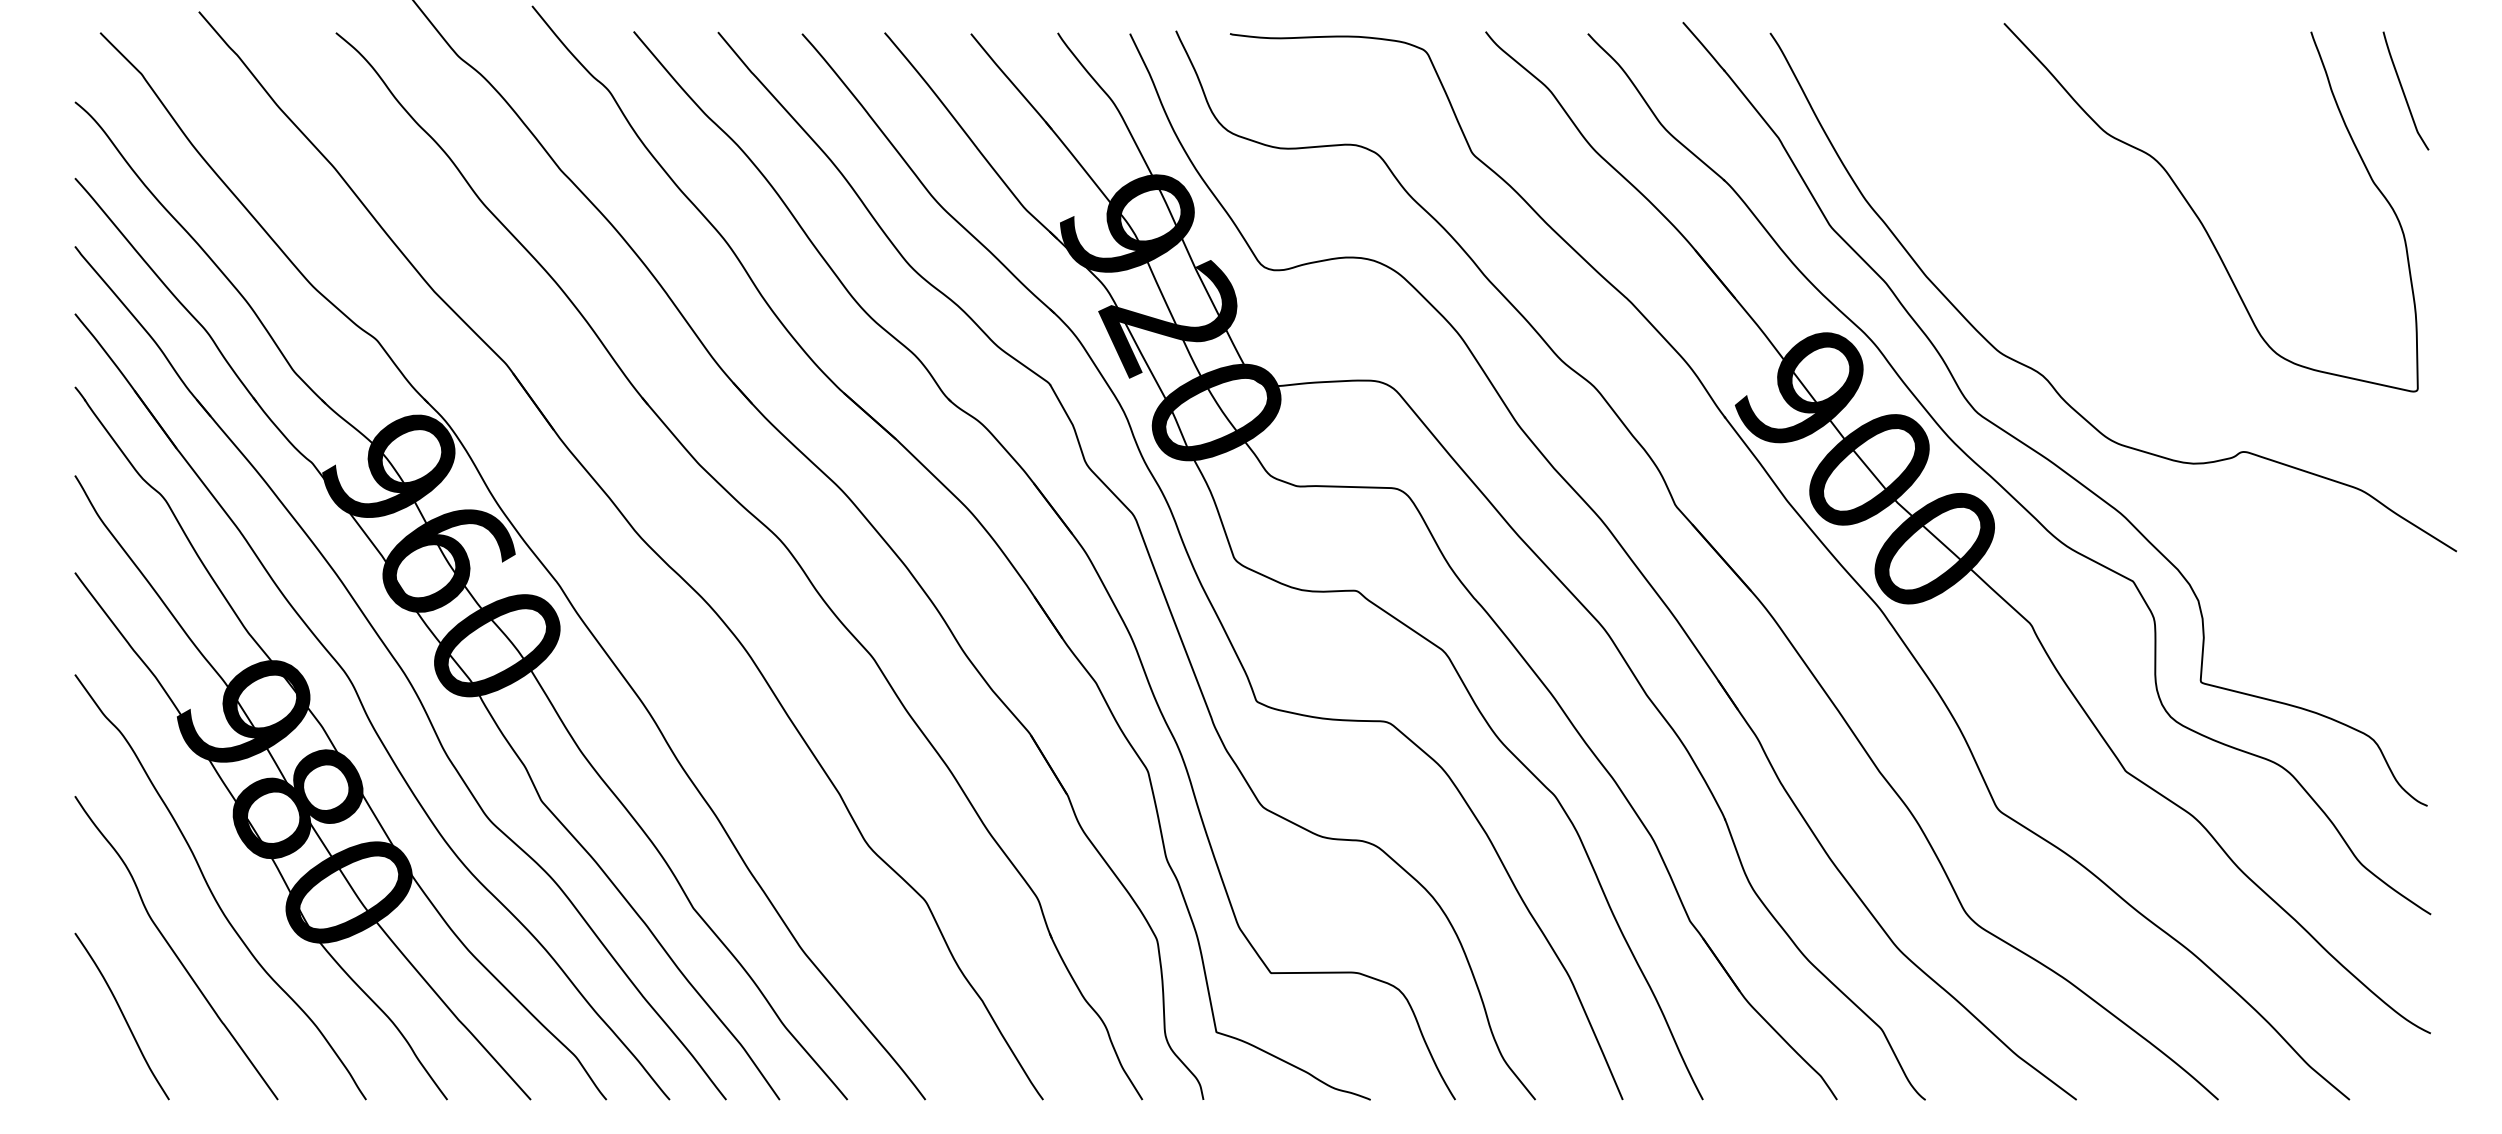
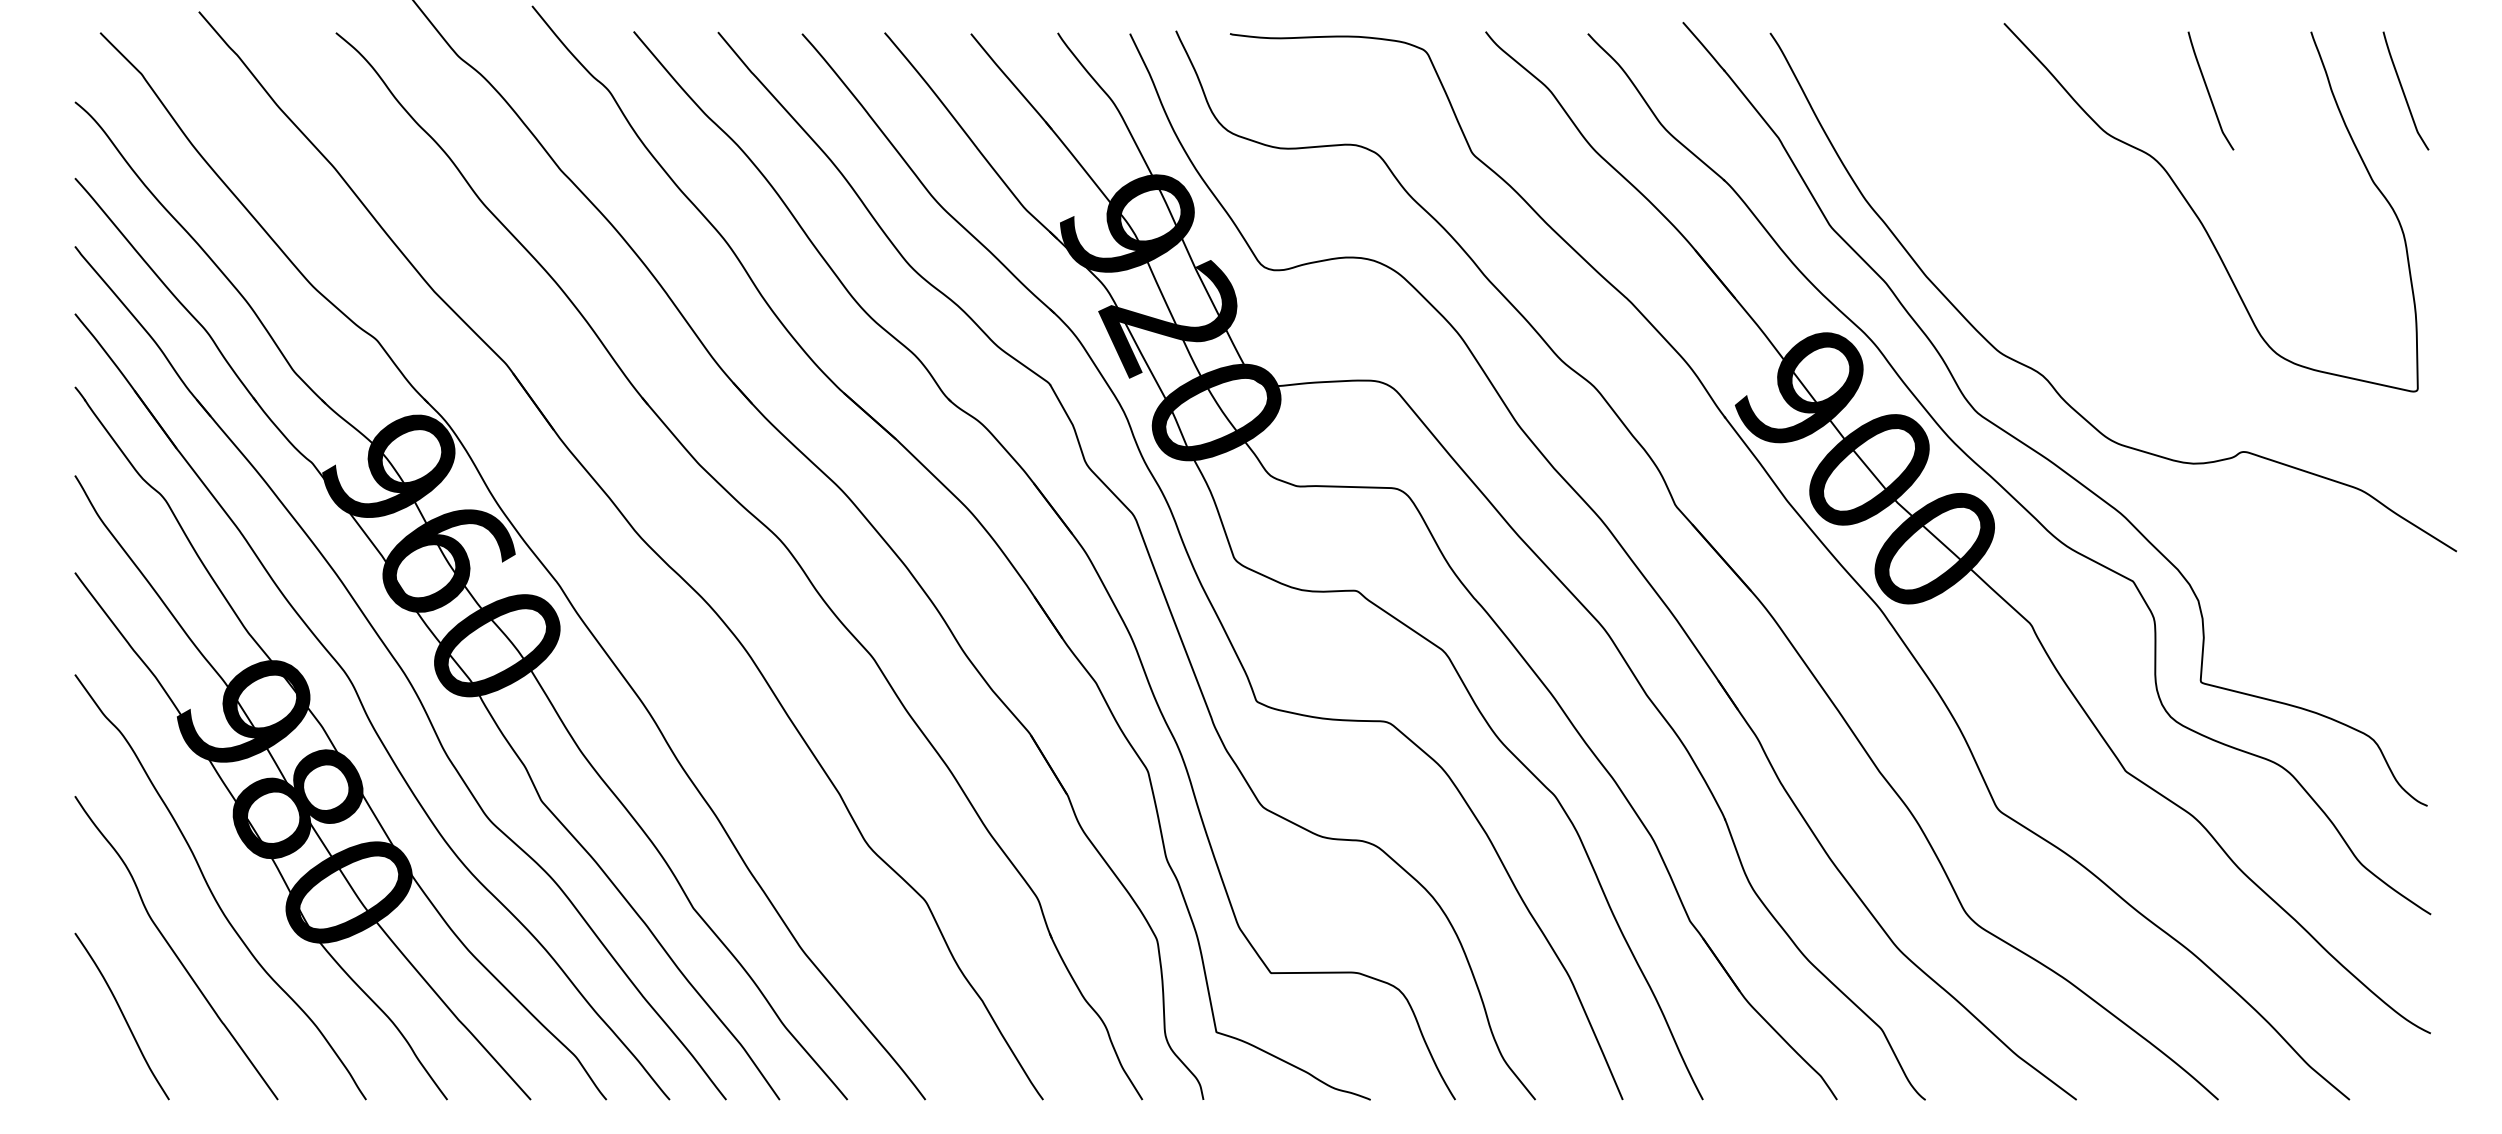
curve at (2209, 91): none -> present
